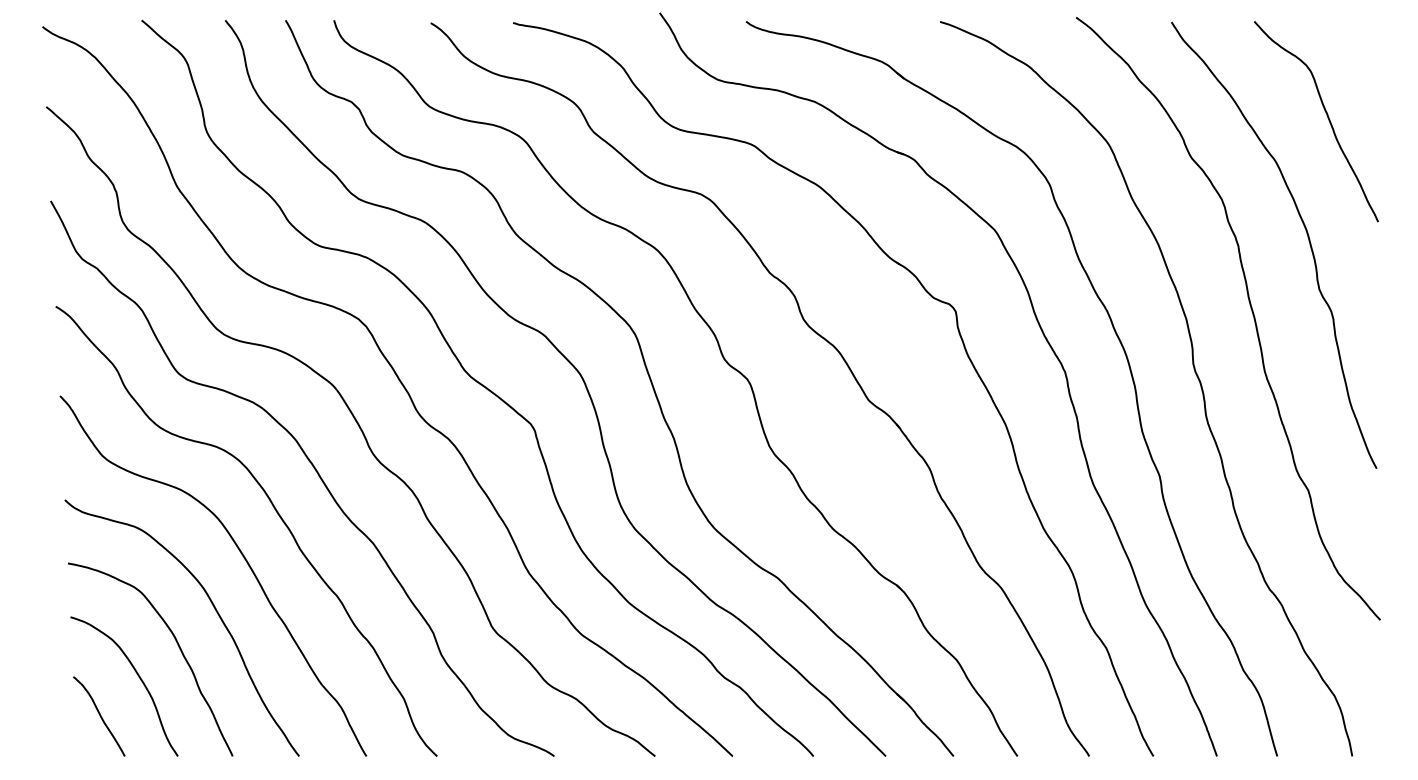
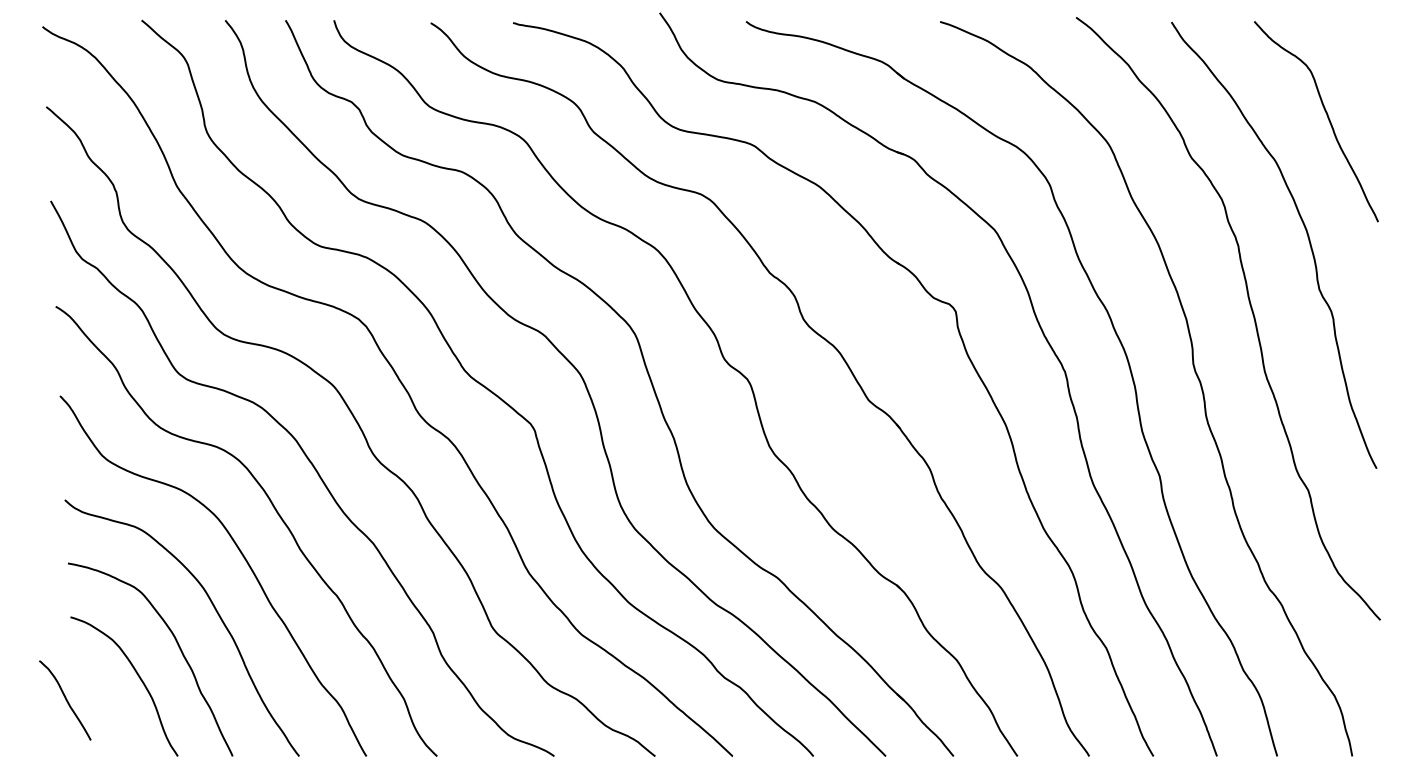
curve at (99, 716) position: (99, 716) -> (65, 700)
